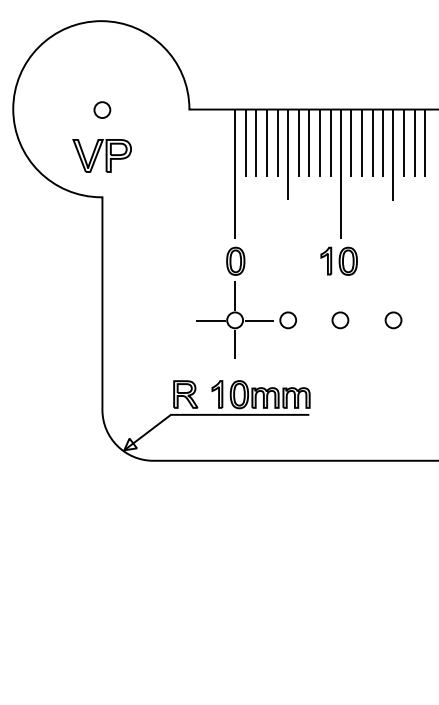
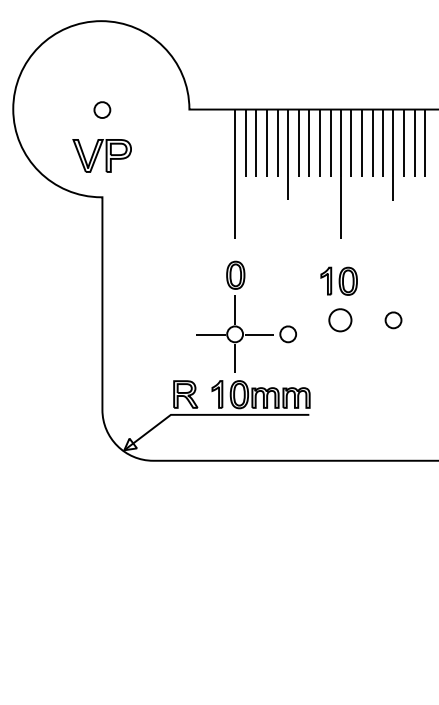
part at (338, 260) position: (338, 260) -> (338, 280)
part at (235, 302) position: (235, 302) -> (235, 316)
part at (340, 320) size: 19x19 px -> 25x25 px
